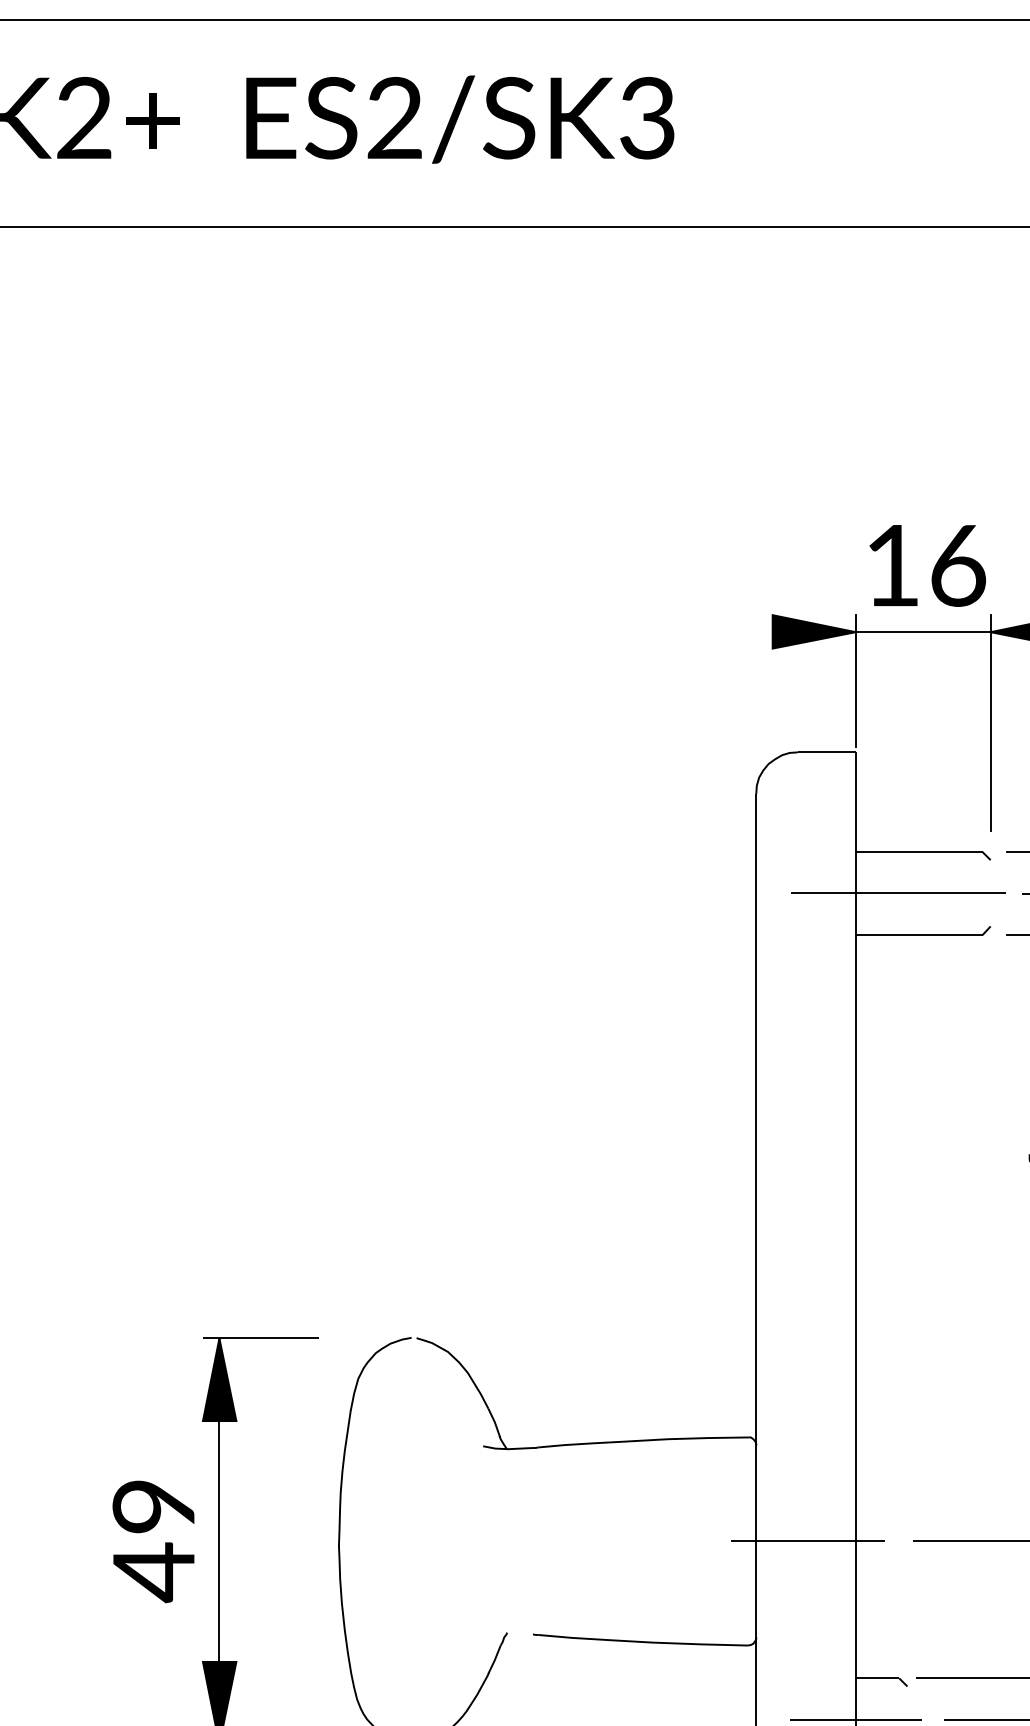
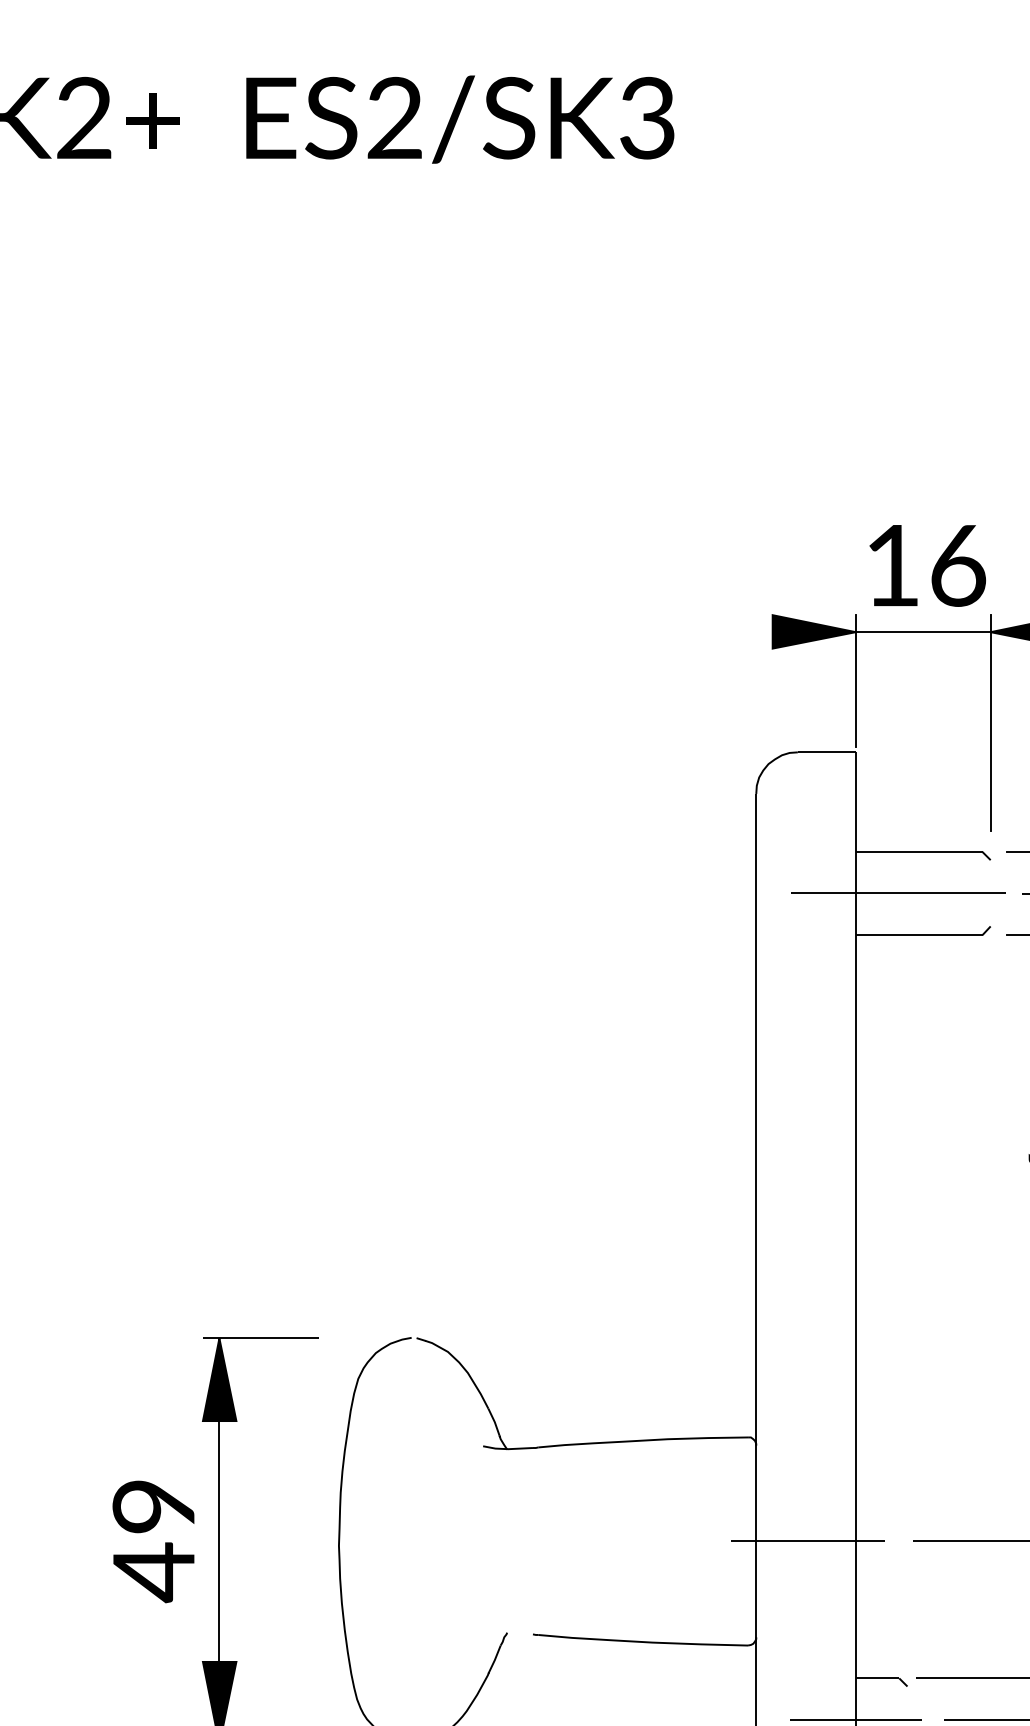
line at (514, 19): present -> none
line at (514, 227): present -> none
